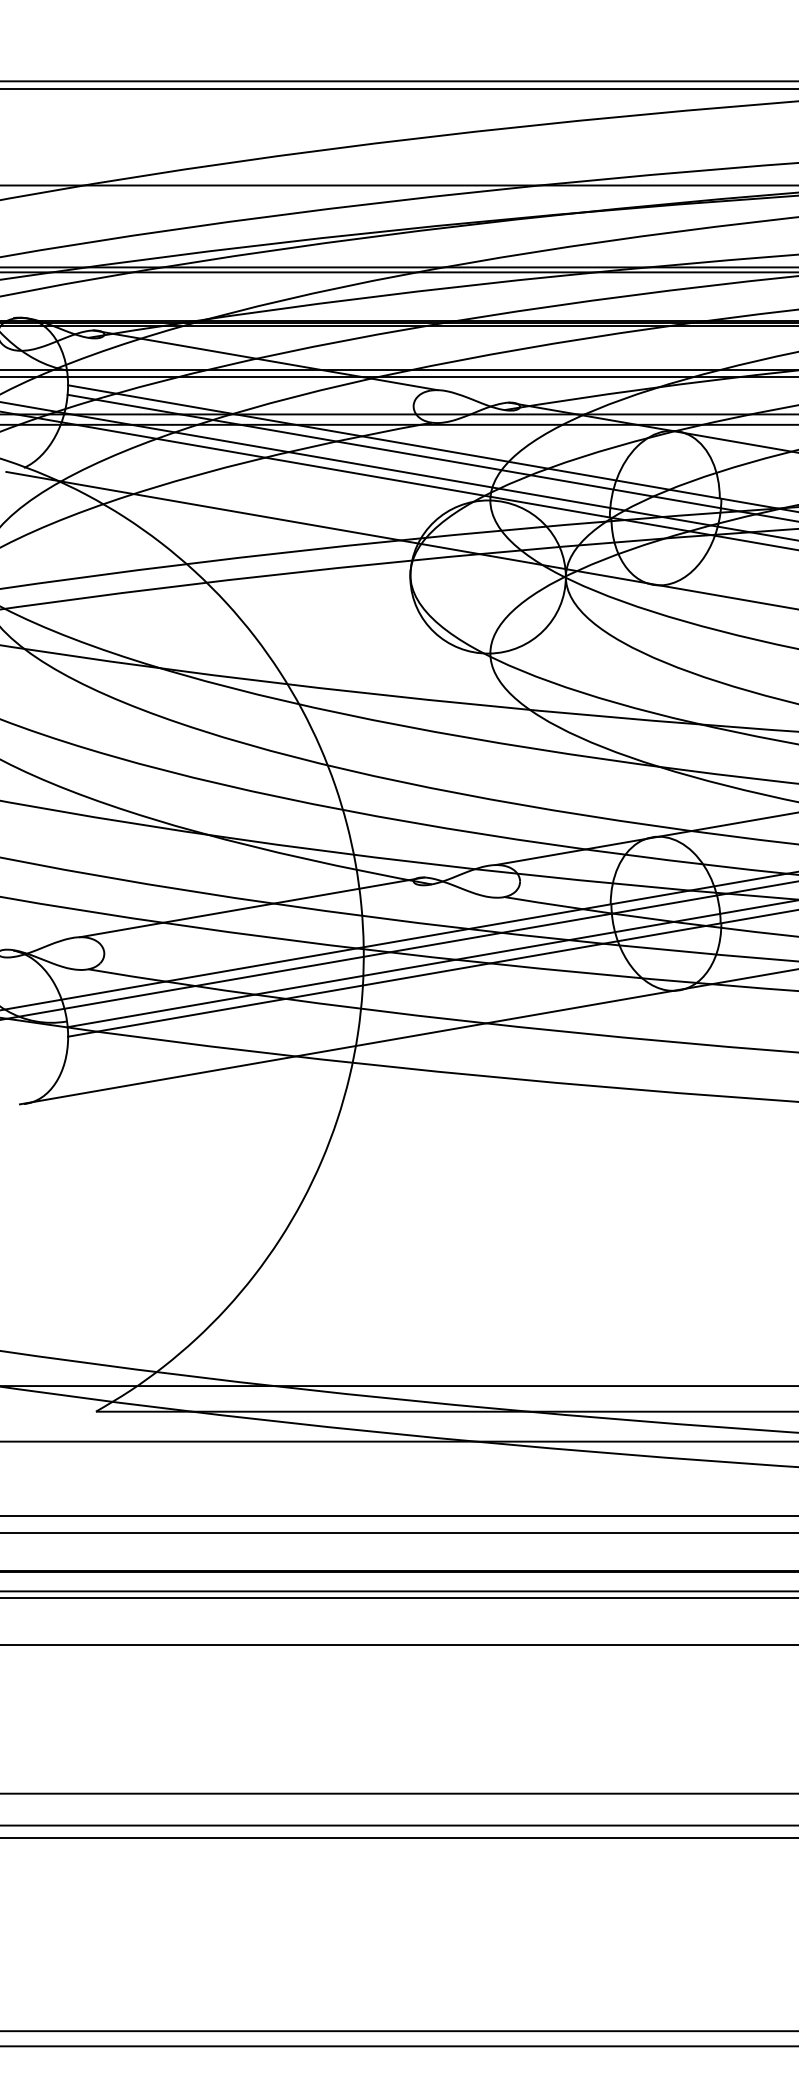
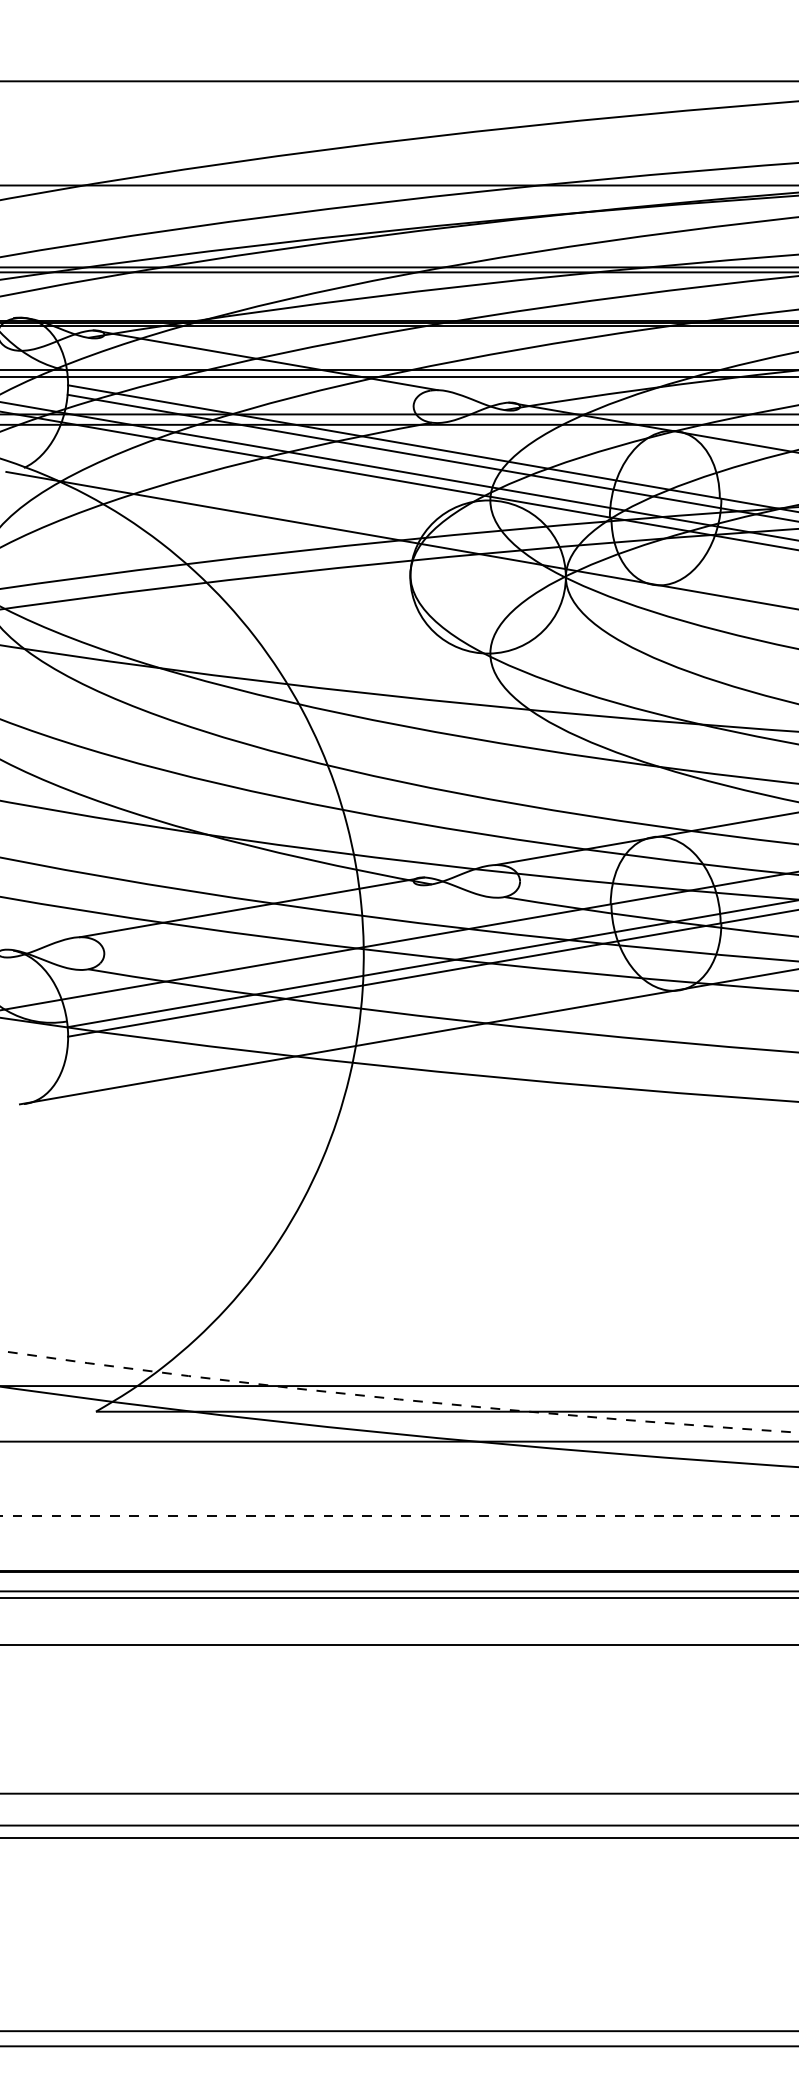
line at (398, 89): present -> none
line at (398, 950): present -> none
arc at (397, 1399): solid -> dashed
line at (399, 1516): solid -> dashed
line at (398, 1533): present -> none
